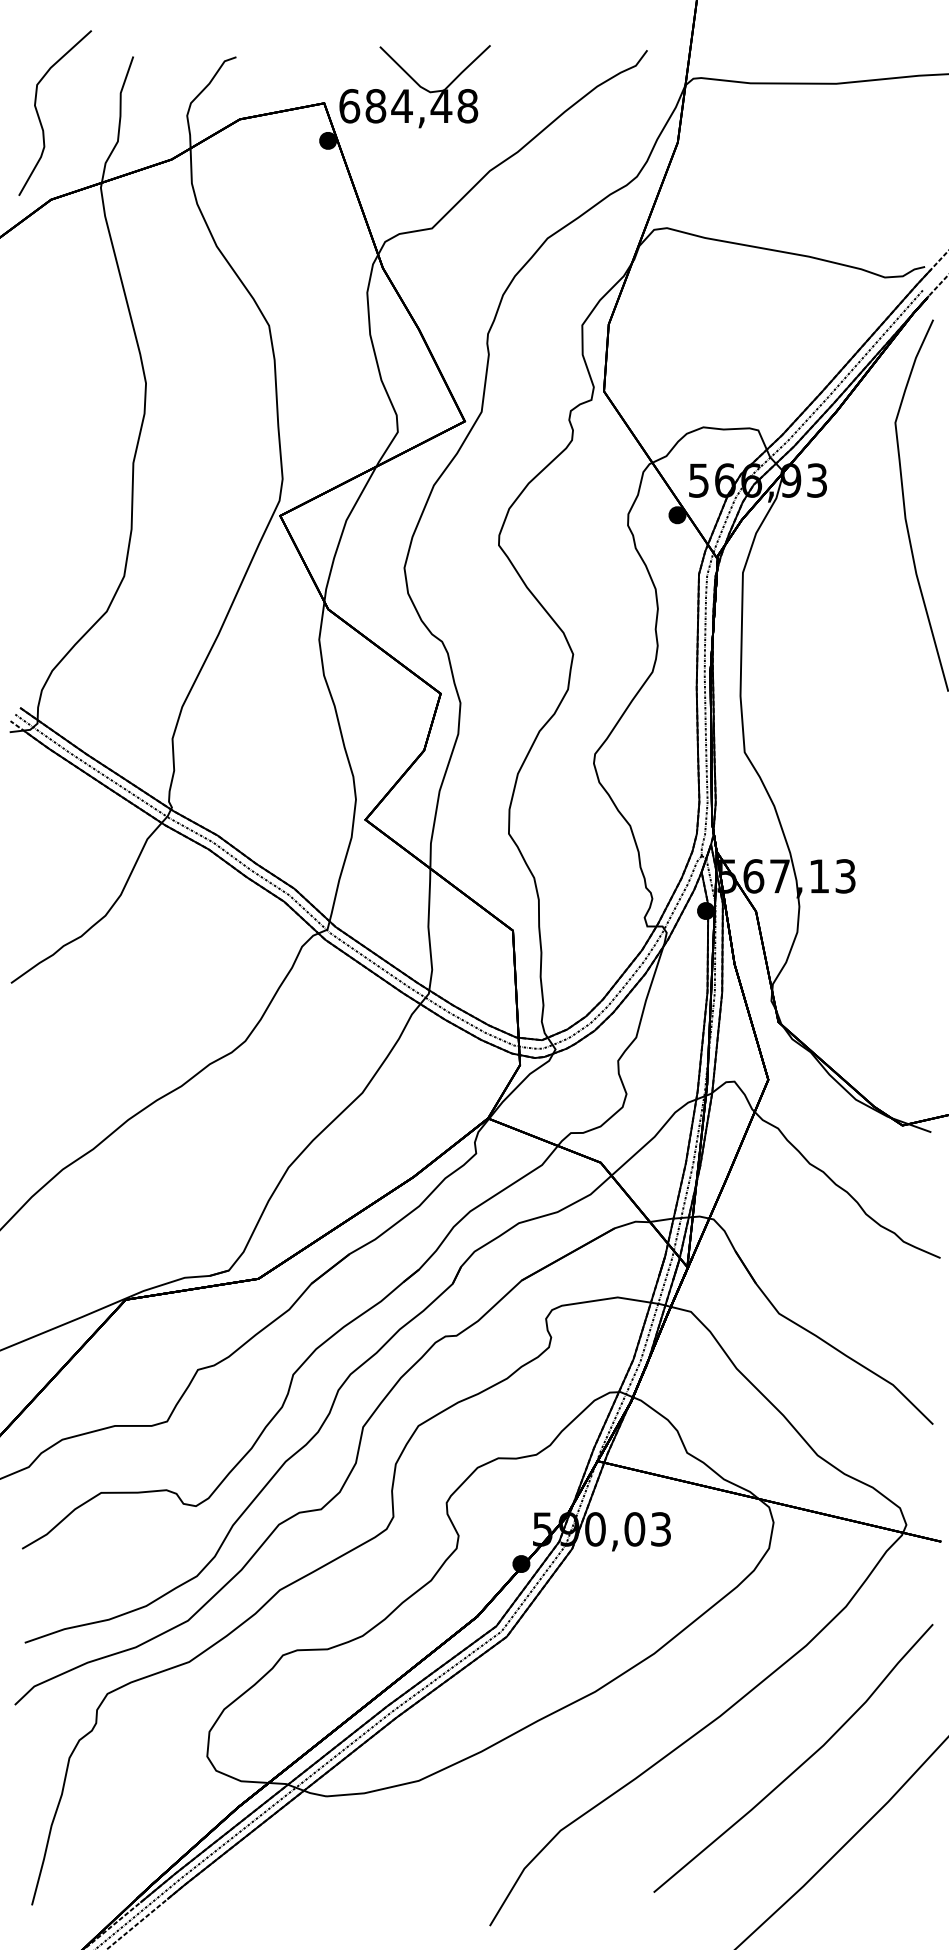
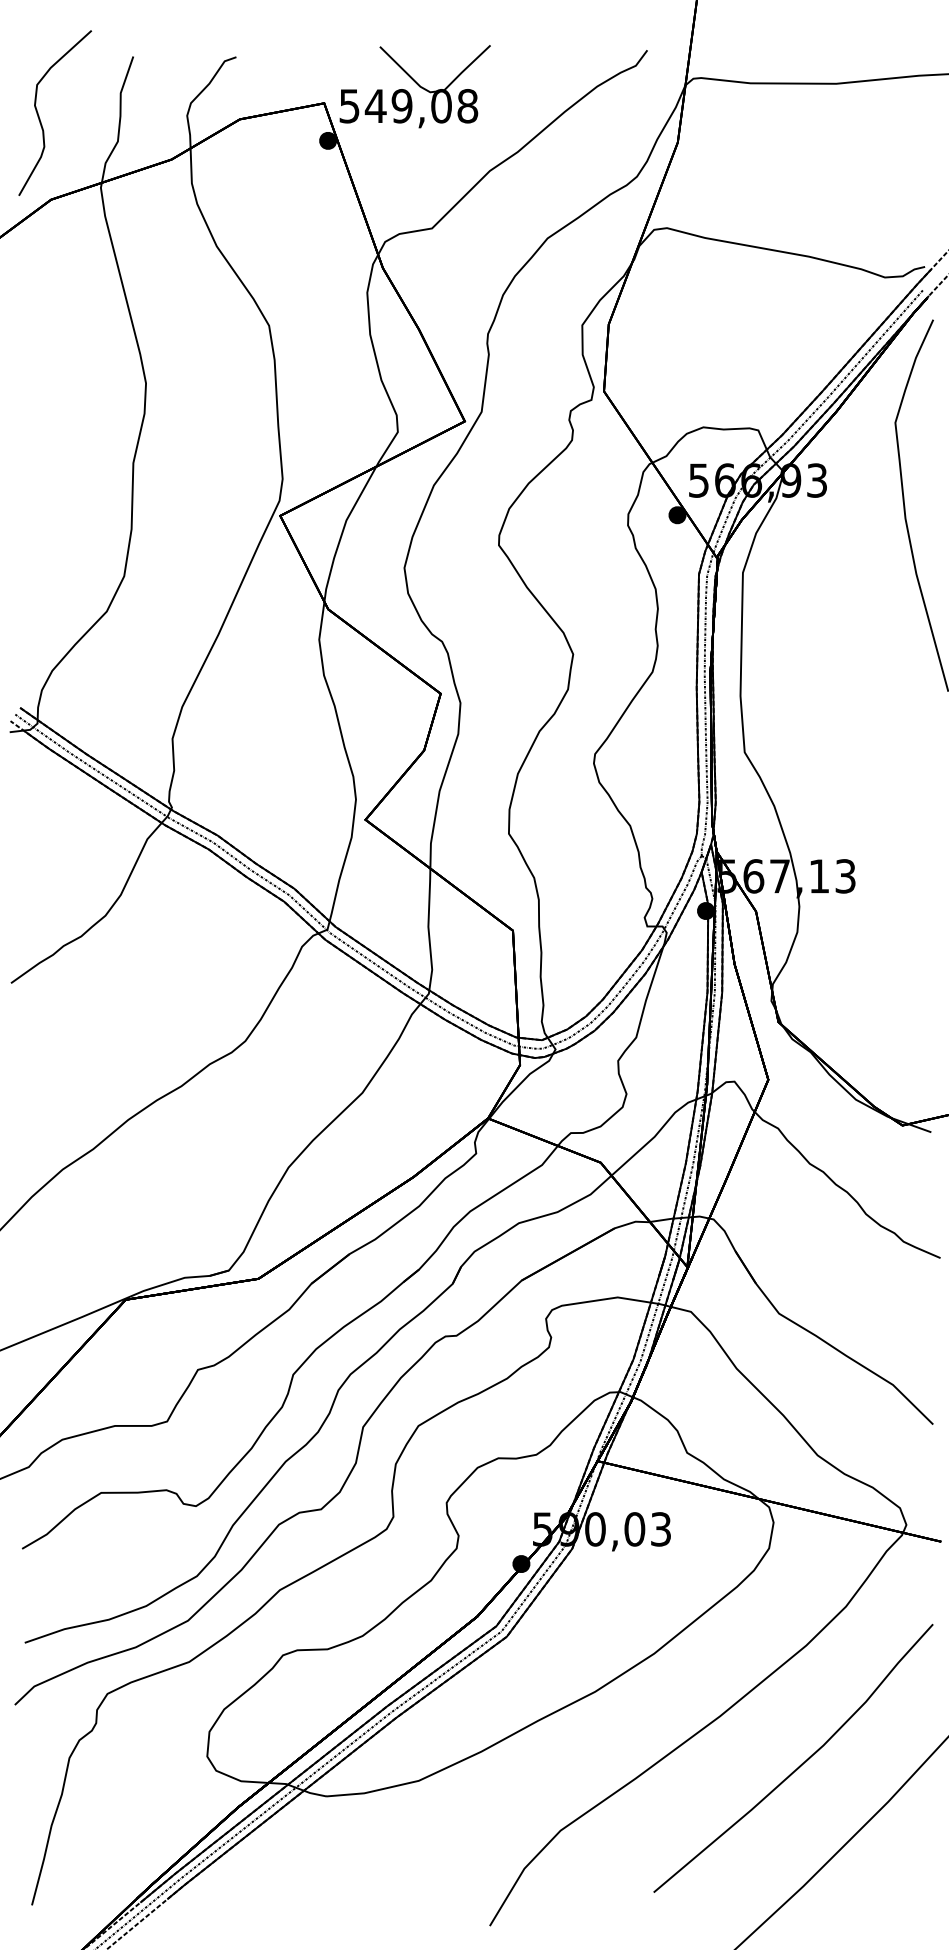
text at (395, 106): 684,48 -> 549,08
